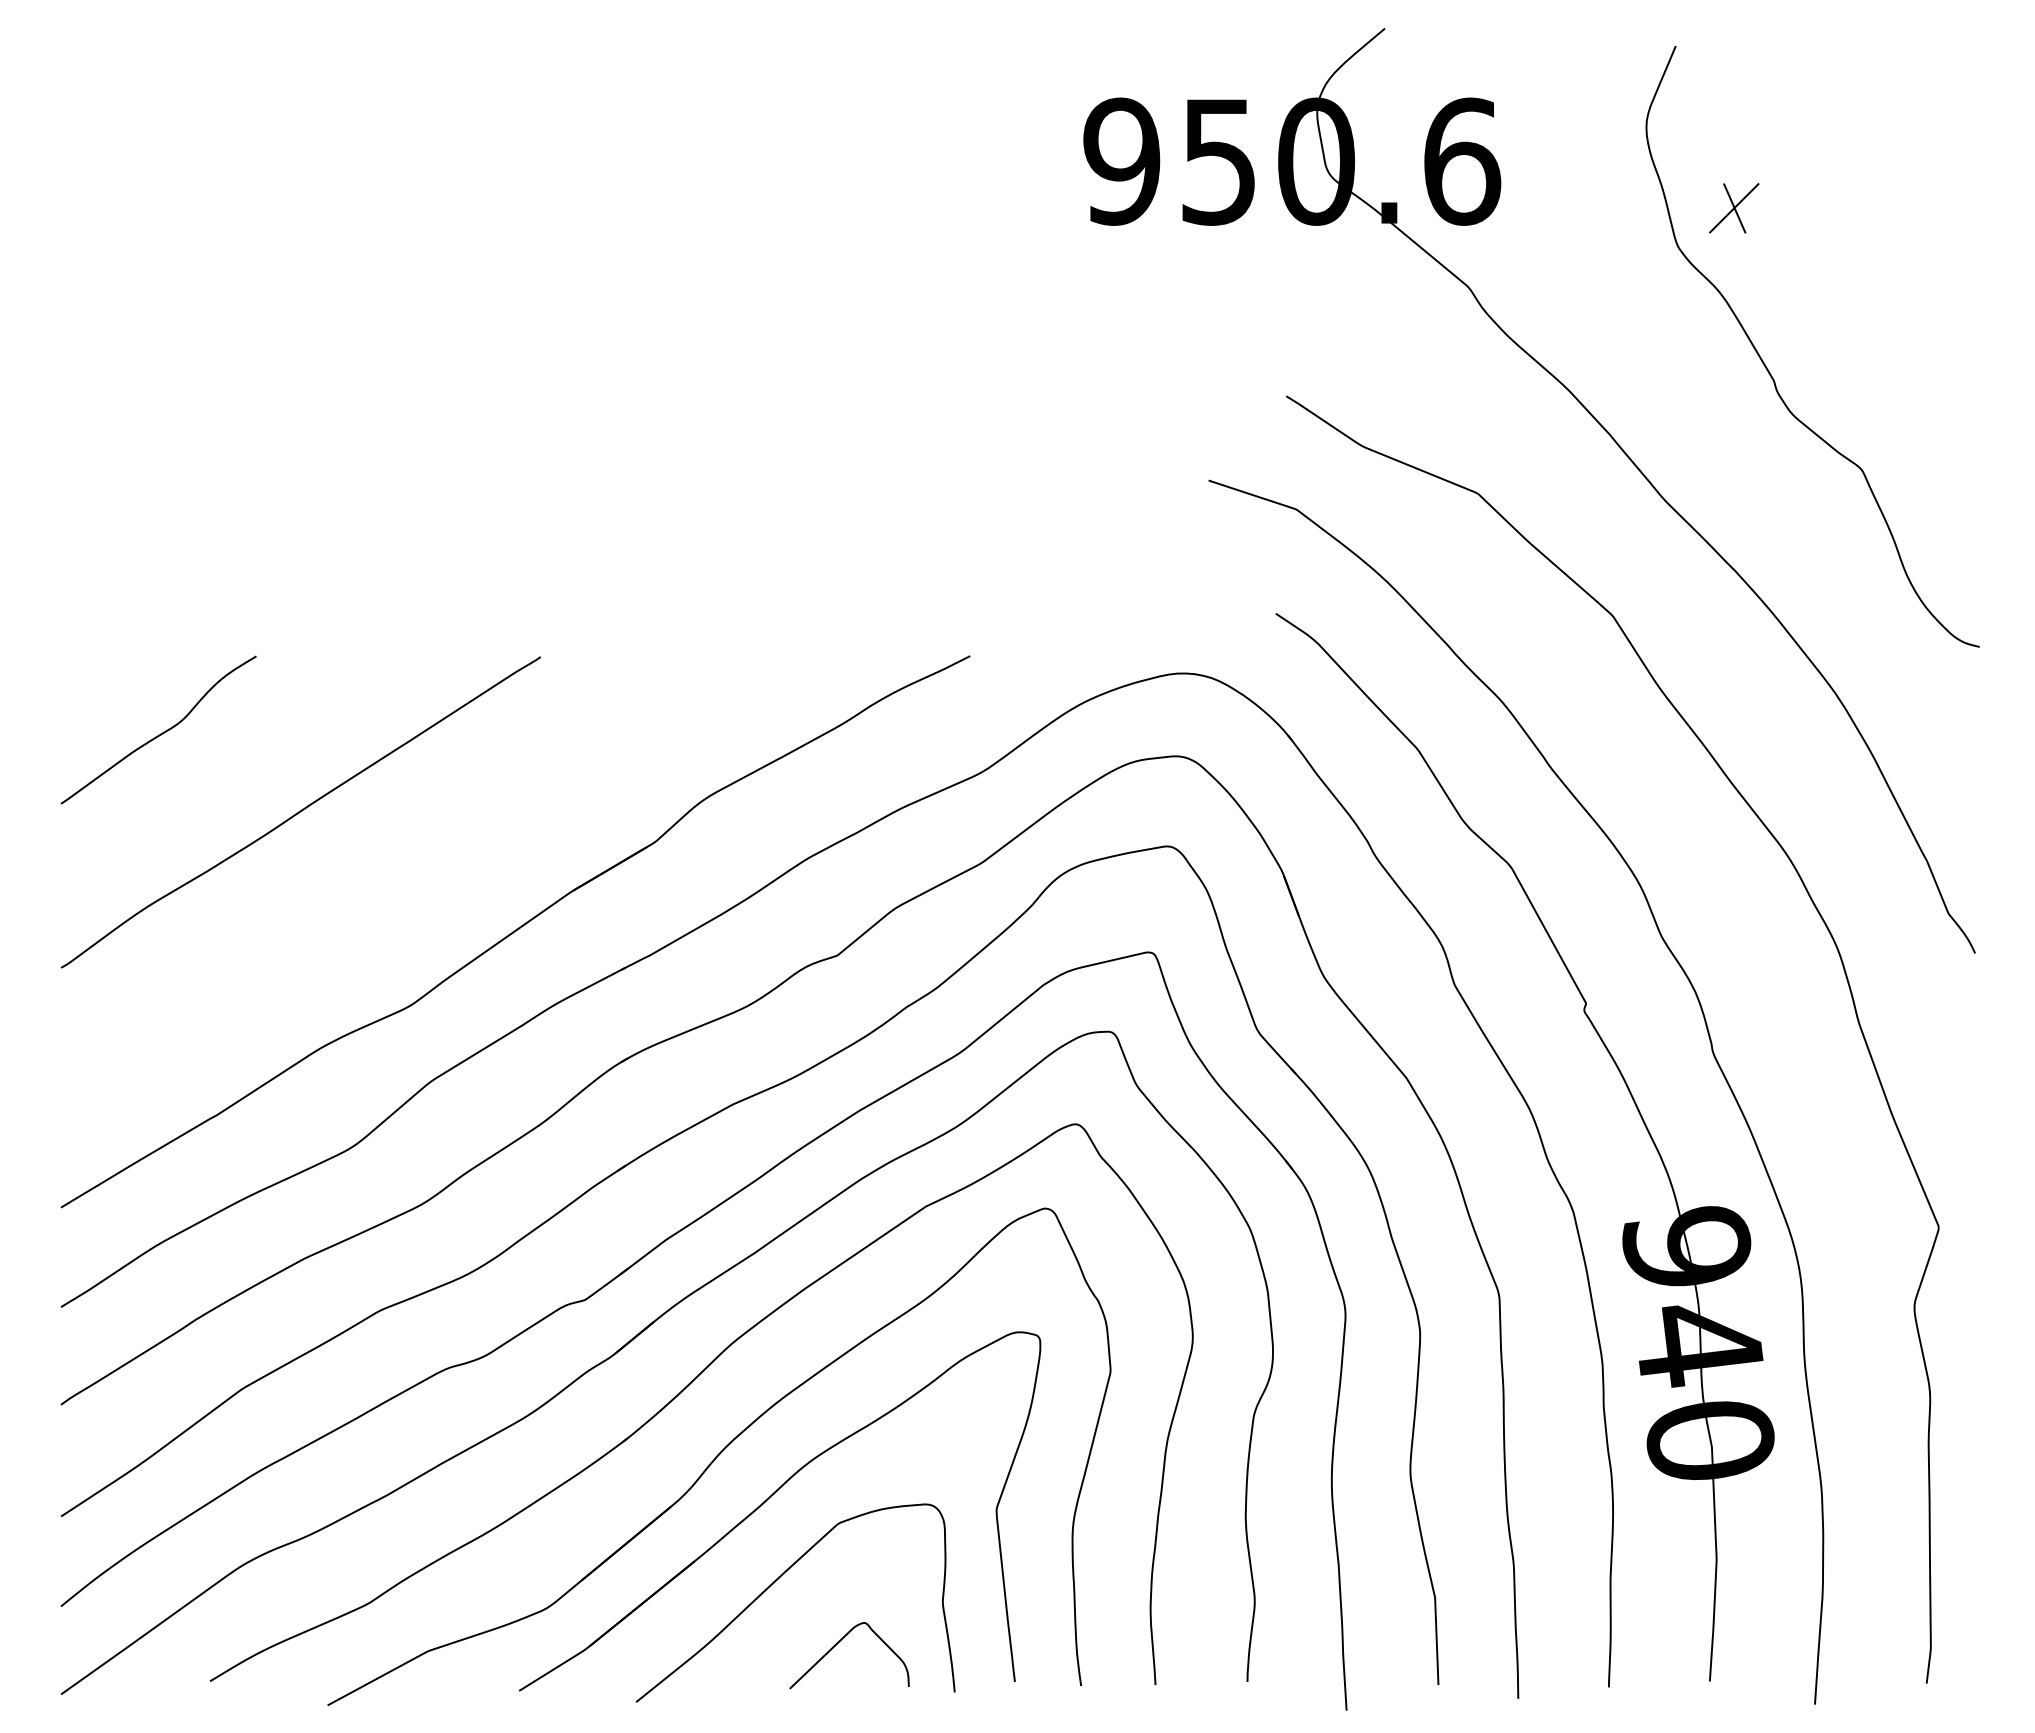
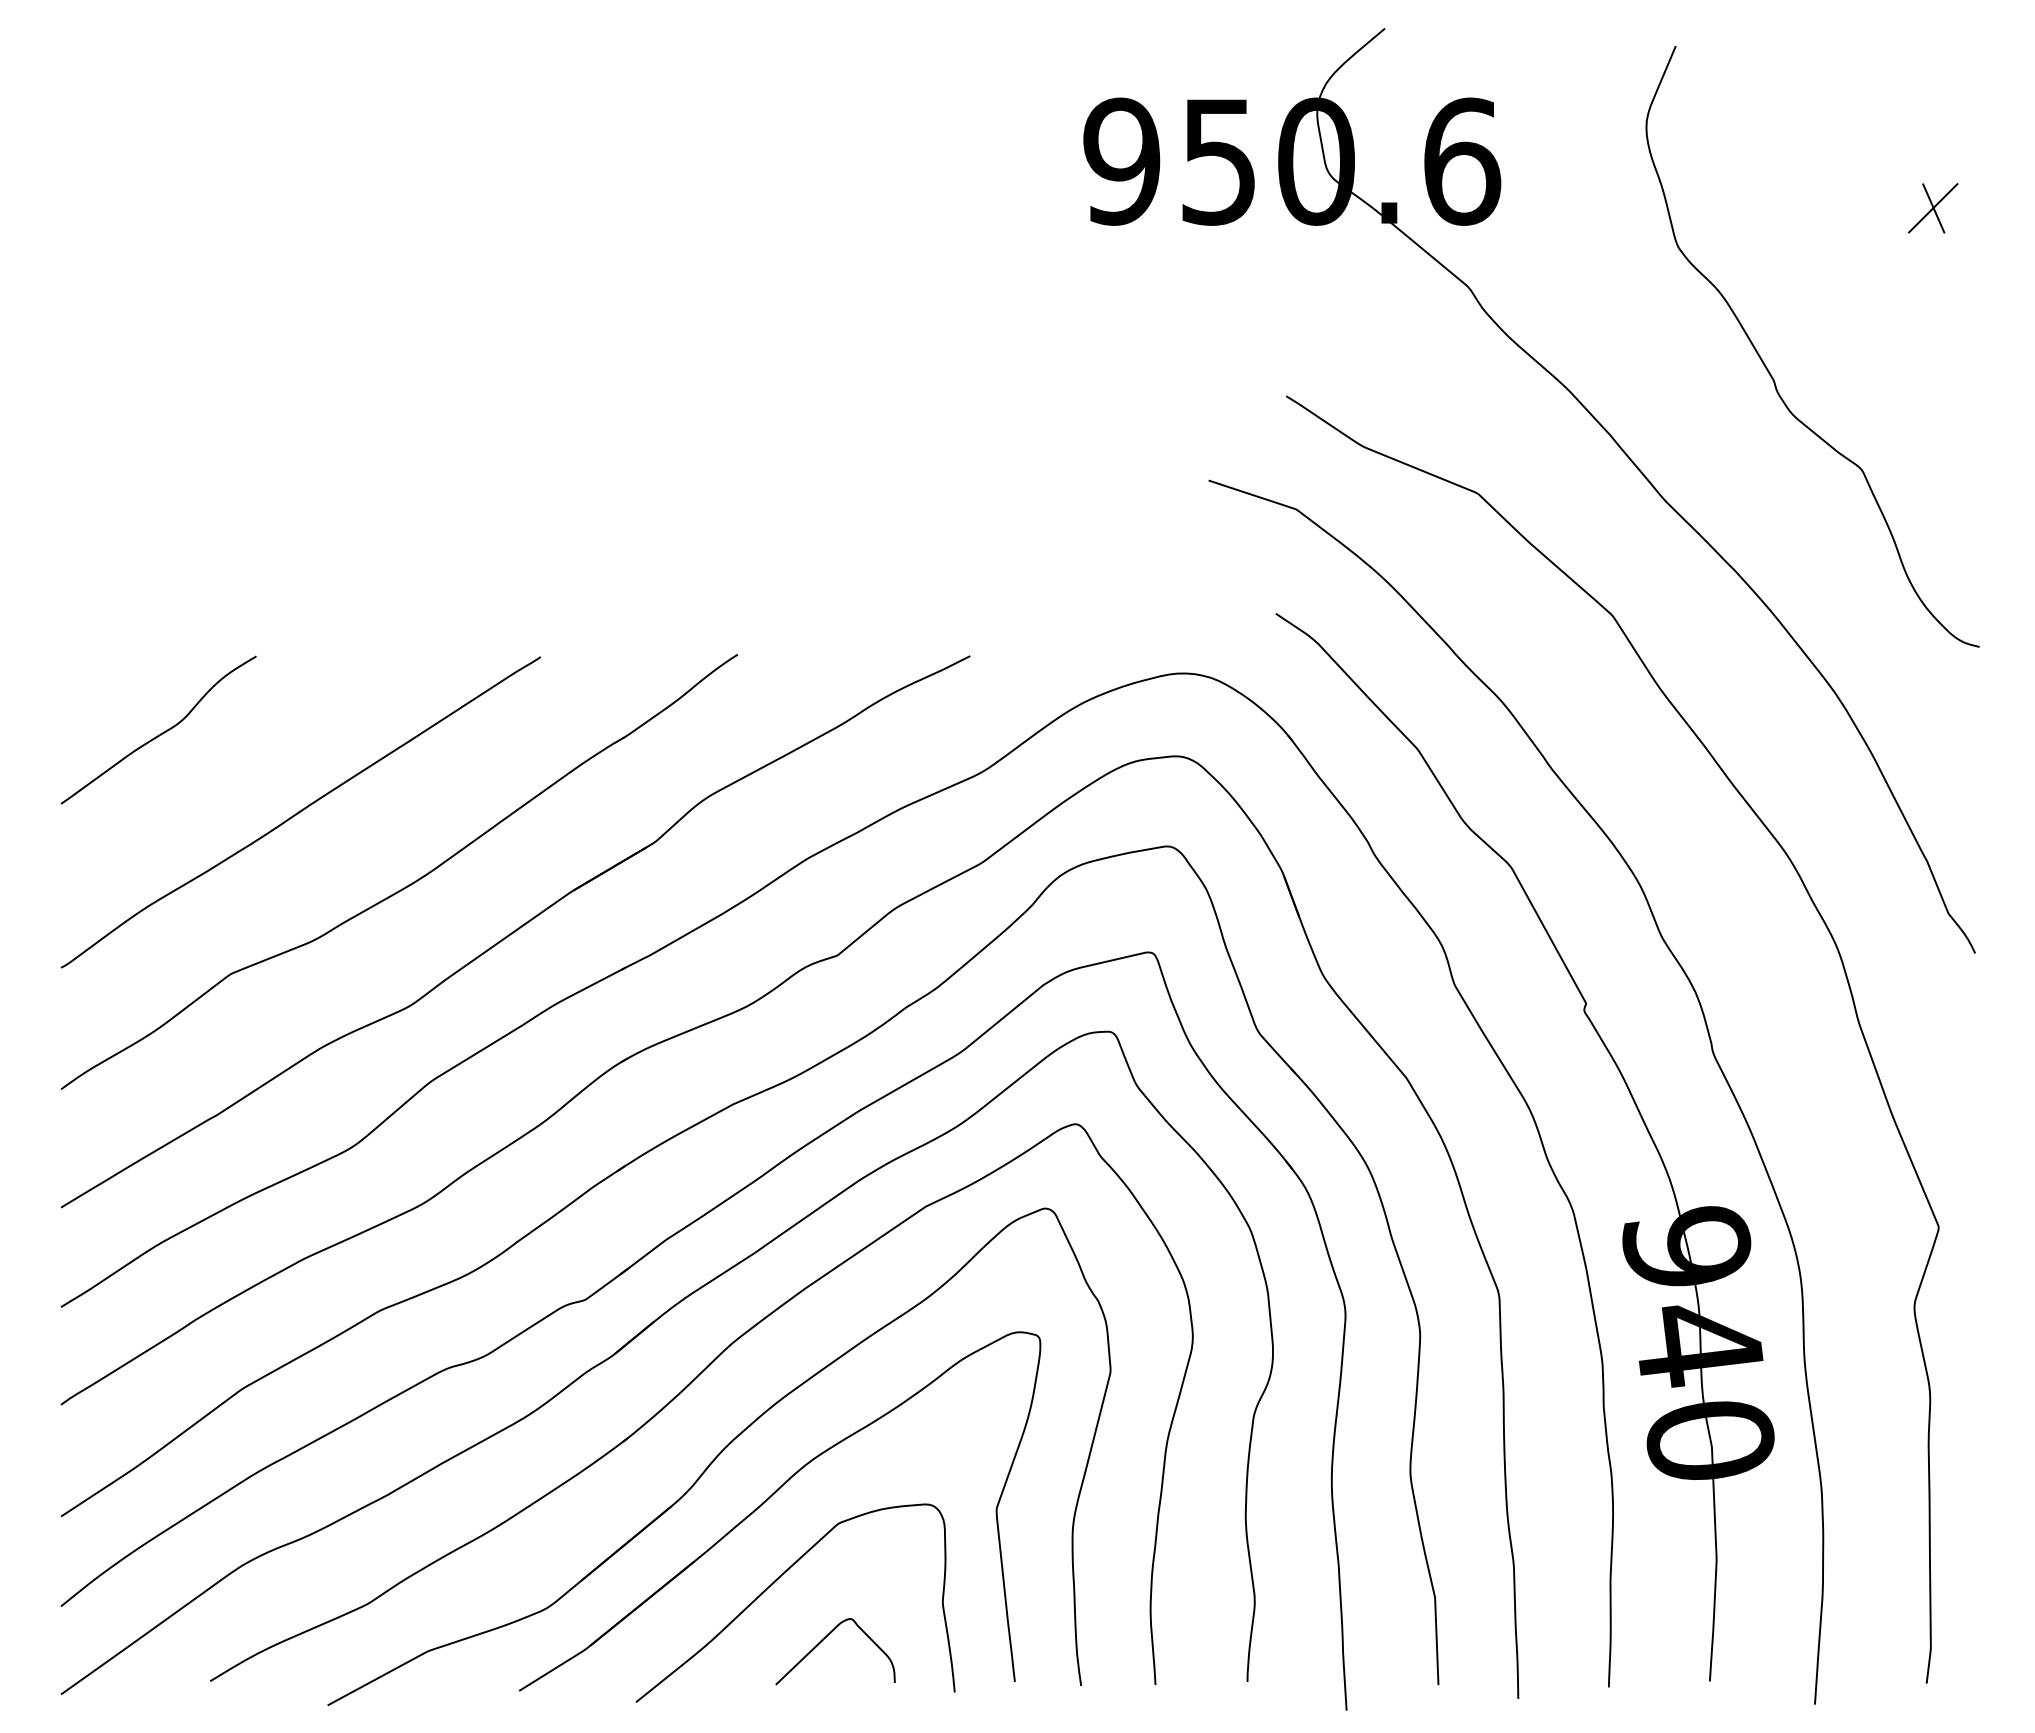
part at (1734, 208) position: (1734, 208) -> (1933, 208)
part at (408, 884): none -> present
curve at (838, 1643) position: (838, 1643) -> (824, 1639)
